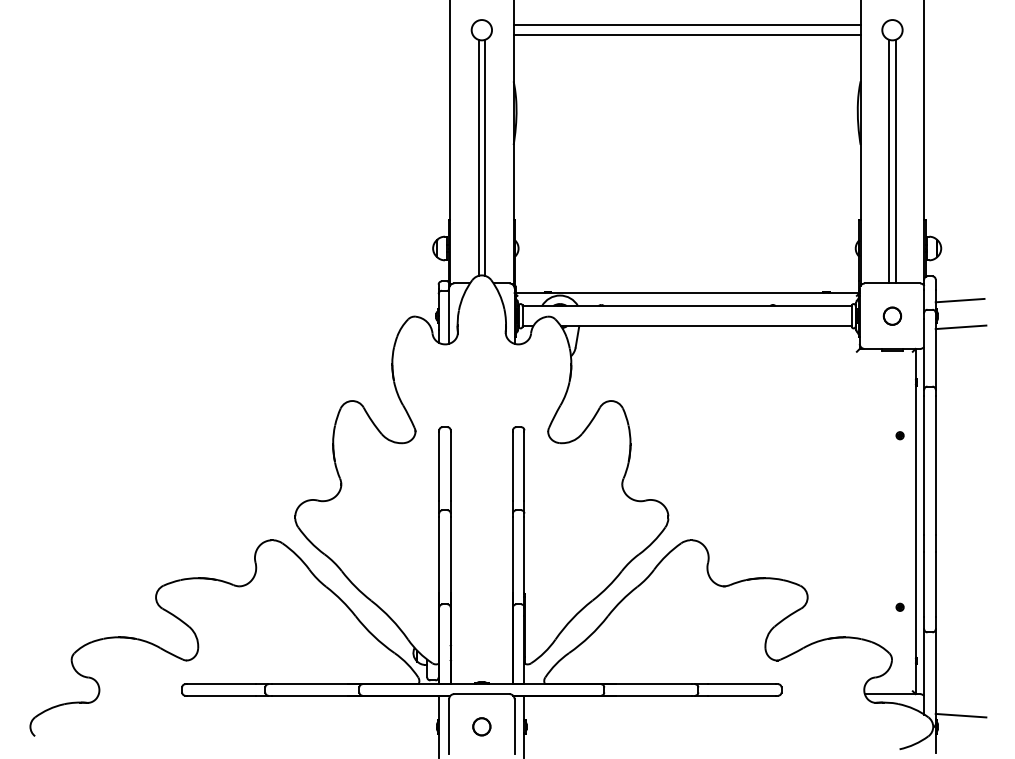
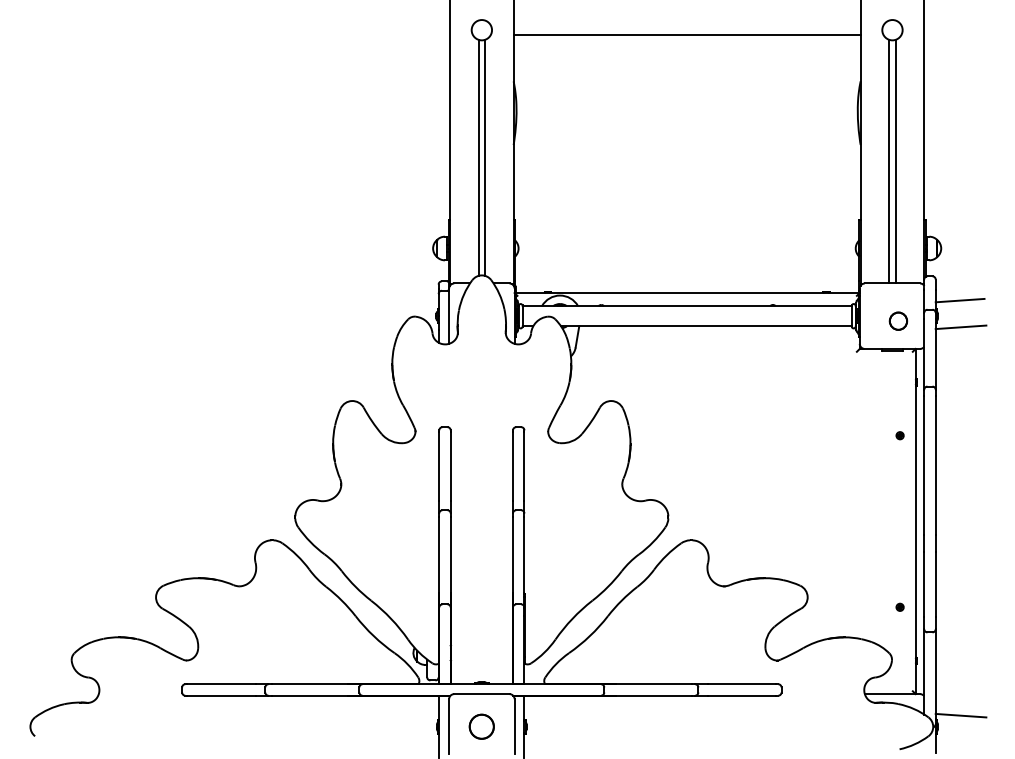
line at (686, 25): present -> none
part at (892, 315) position: (892, 315) -> (898, 320)
circle at (481, 726) size: 20x20 px -> 27x27 px
